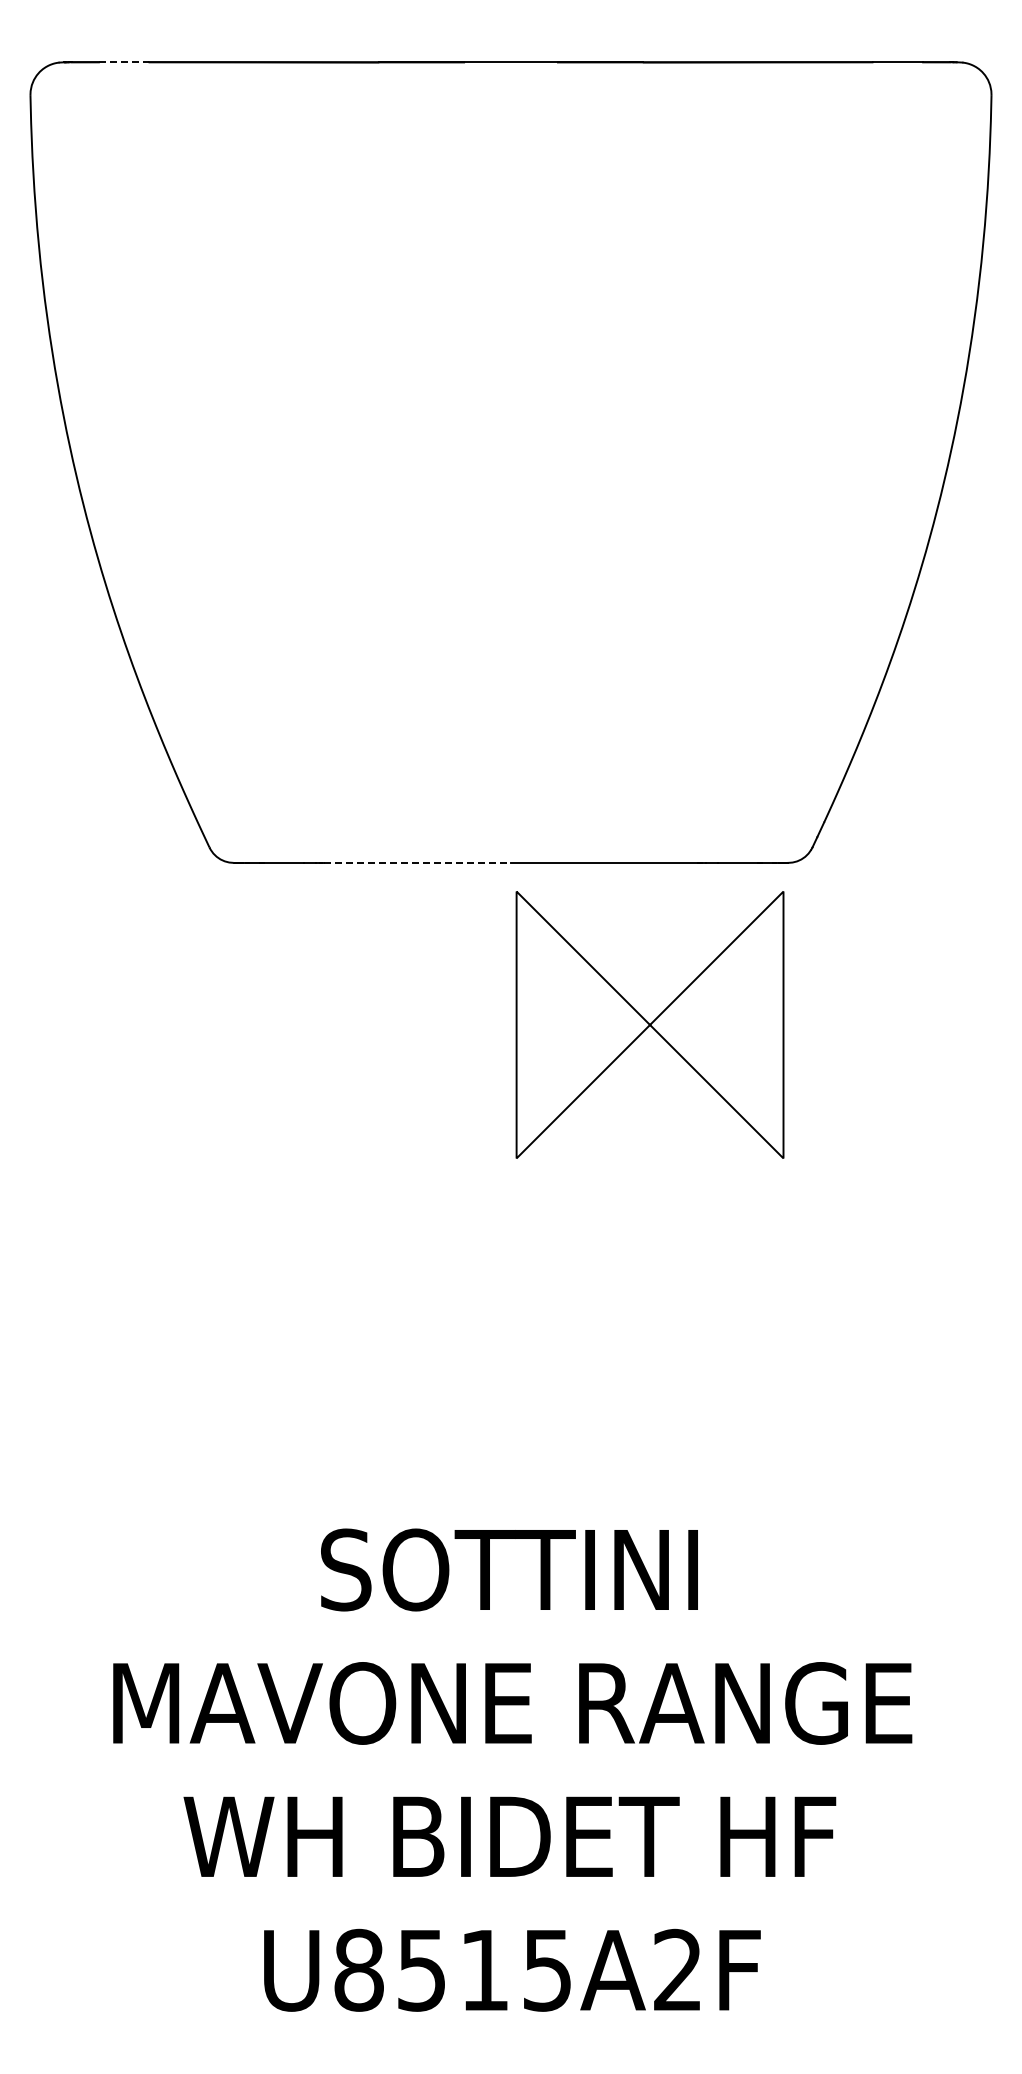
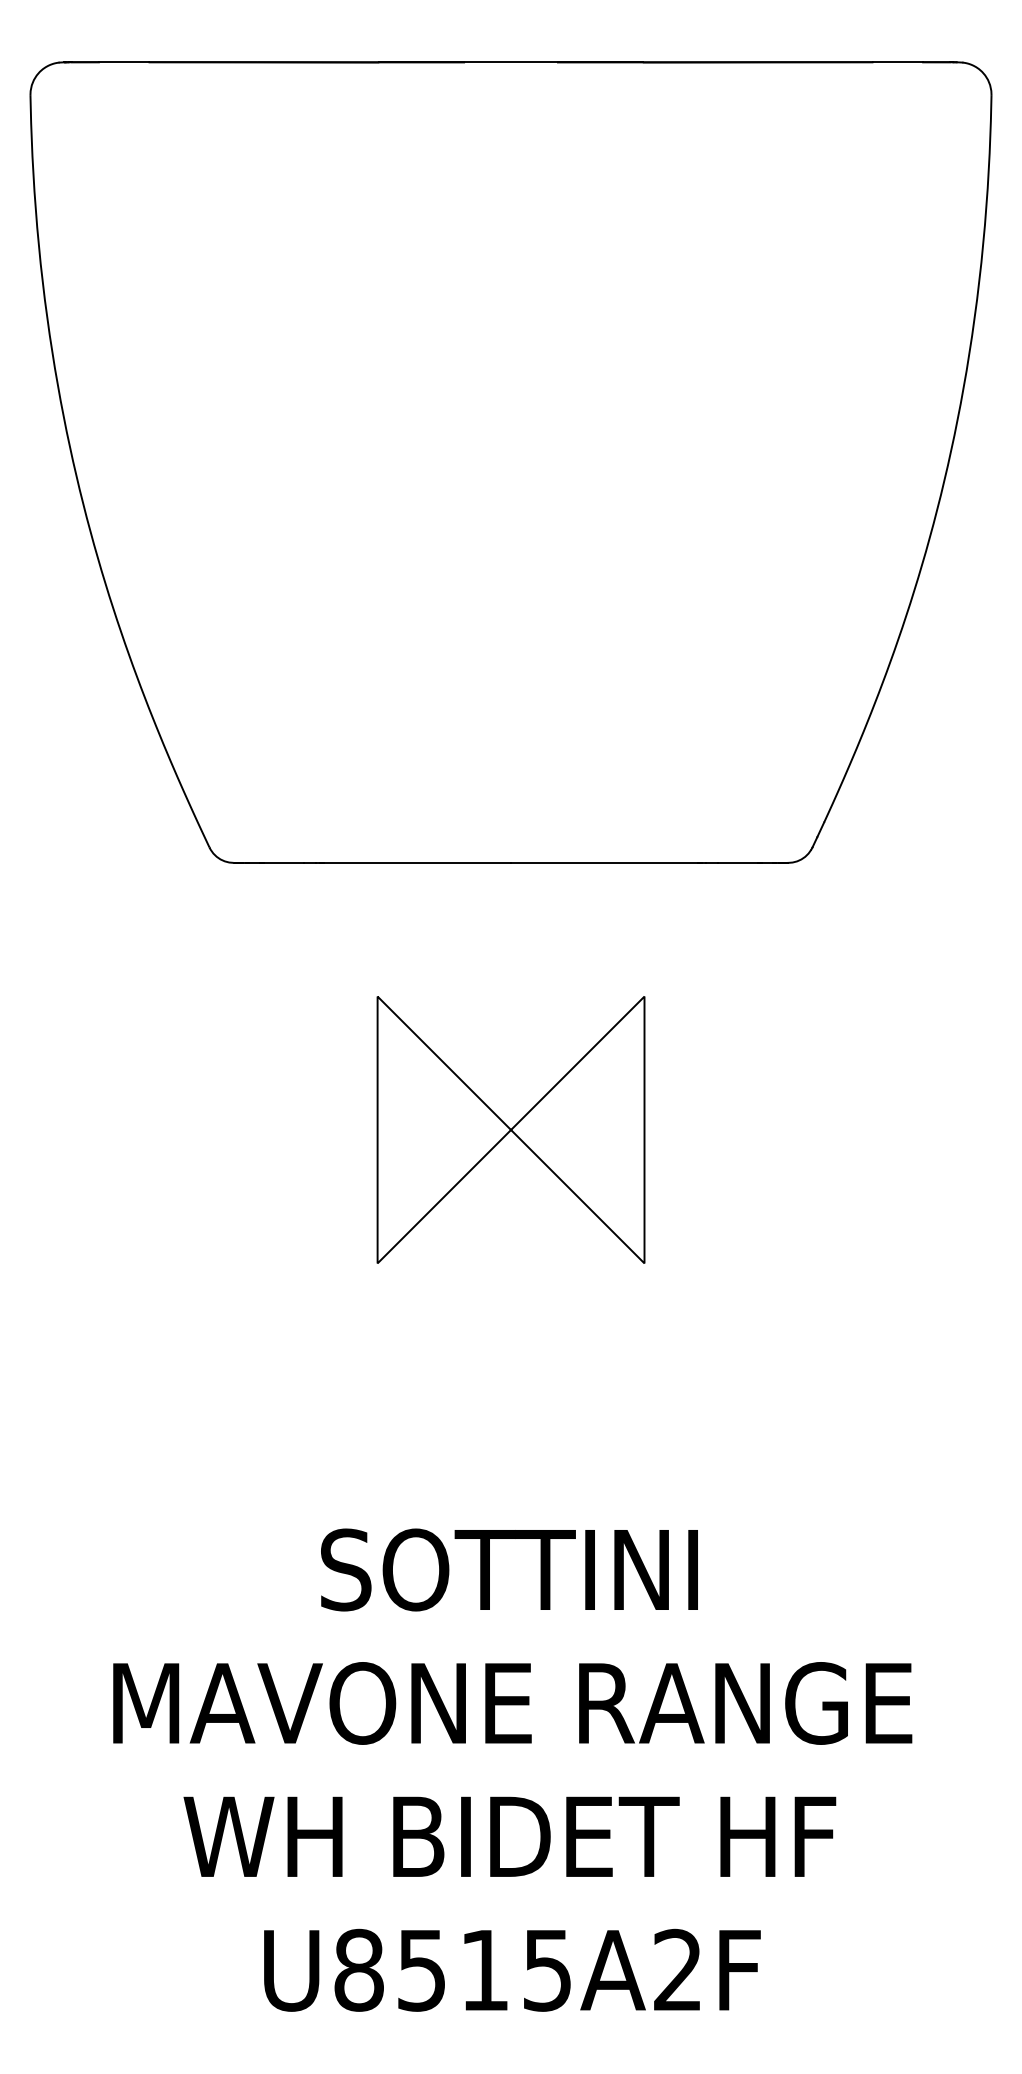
line at (123, 62): dashed -> solid
line at (418, 862): dashed -> solid
part at (649, 1024) position: (649, 1024) -> (510, 1129)
